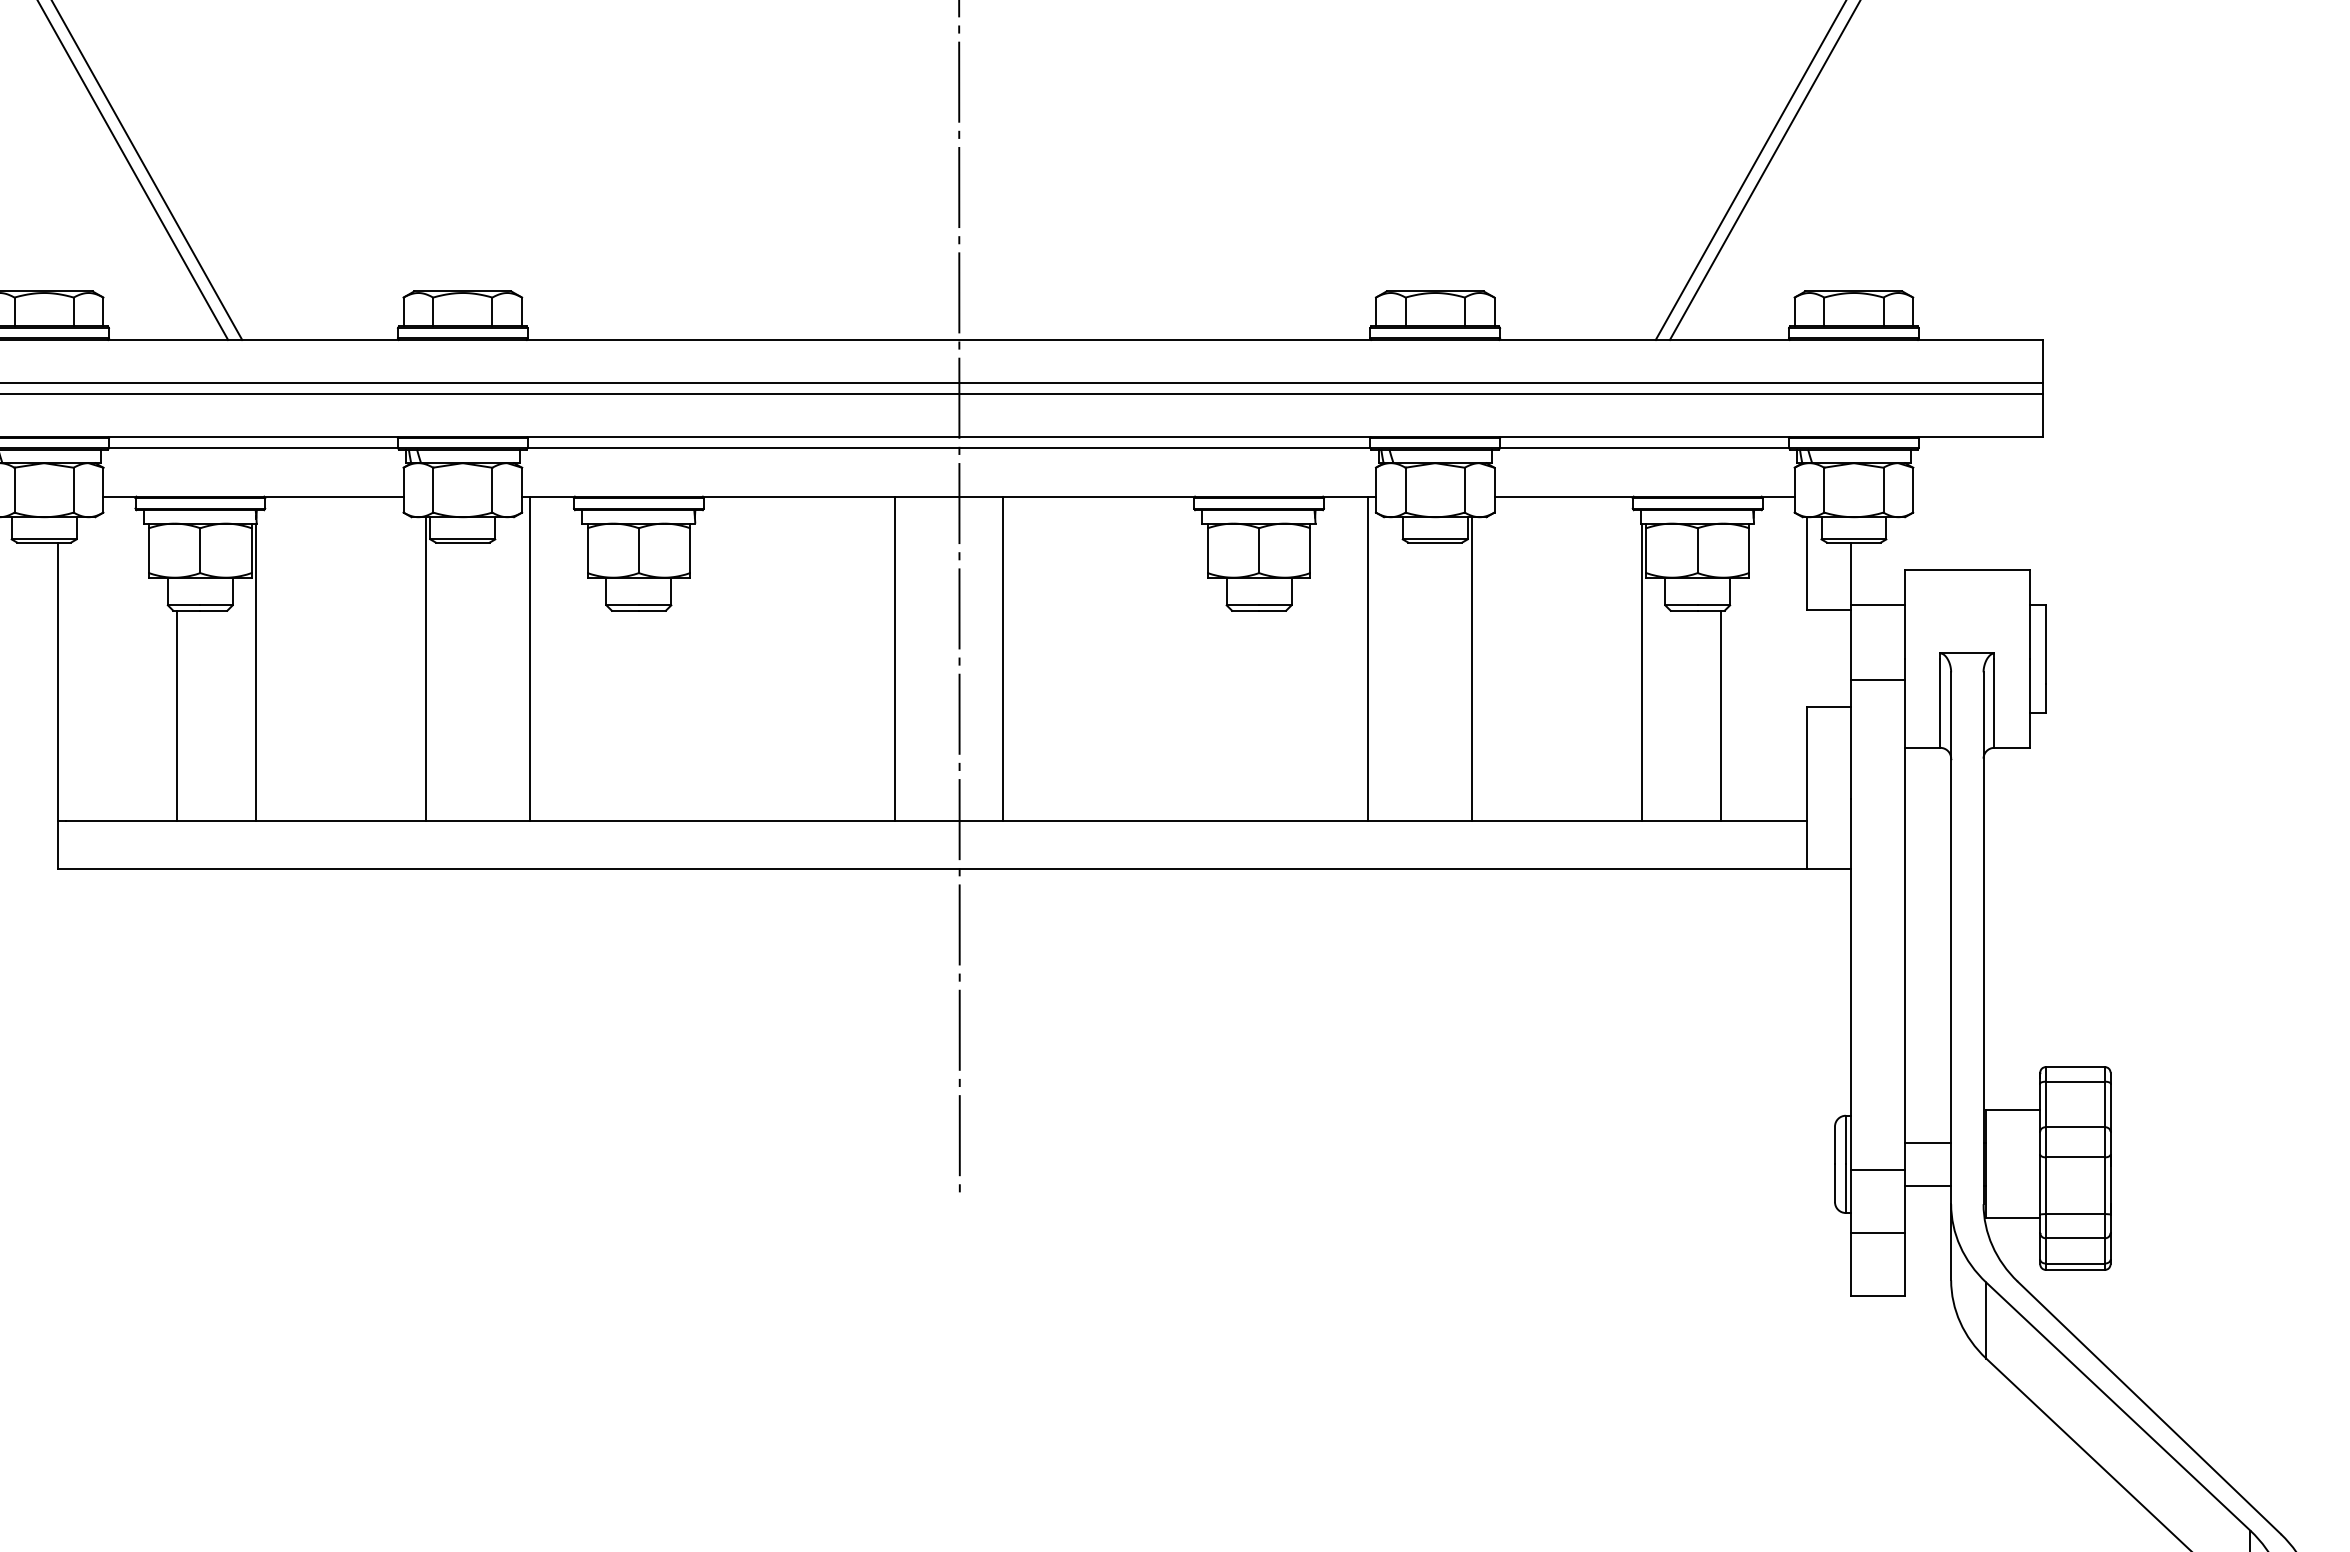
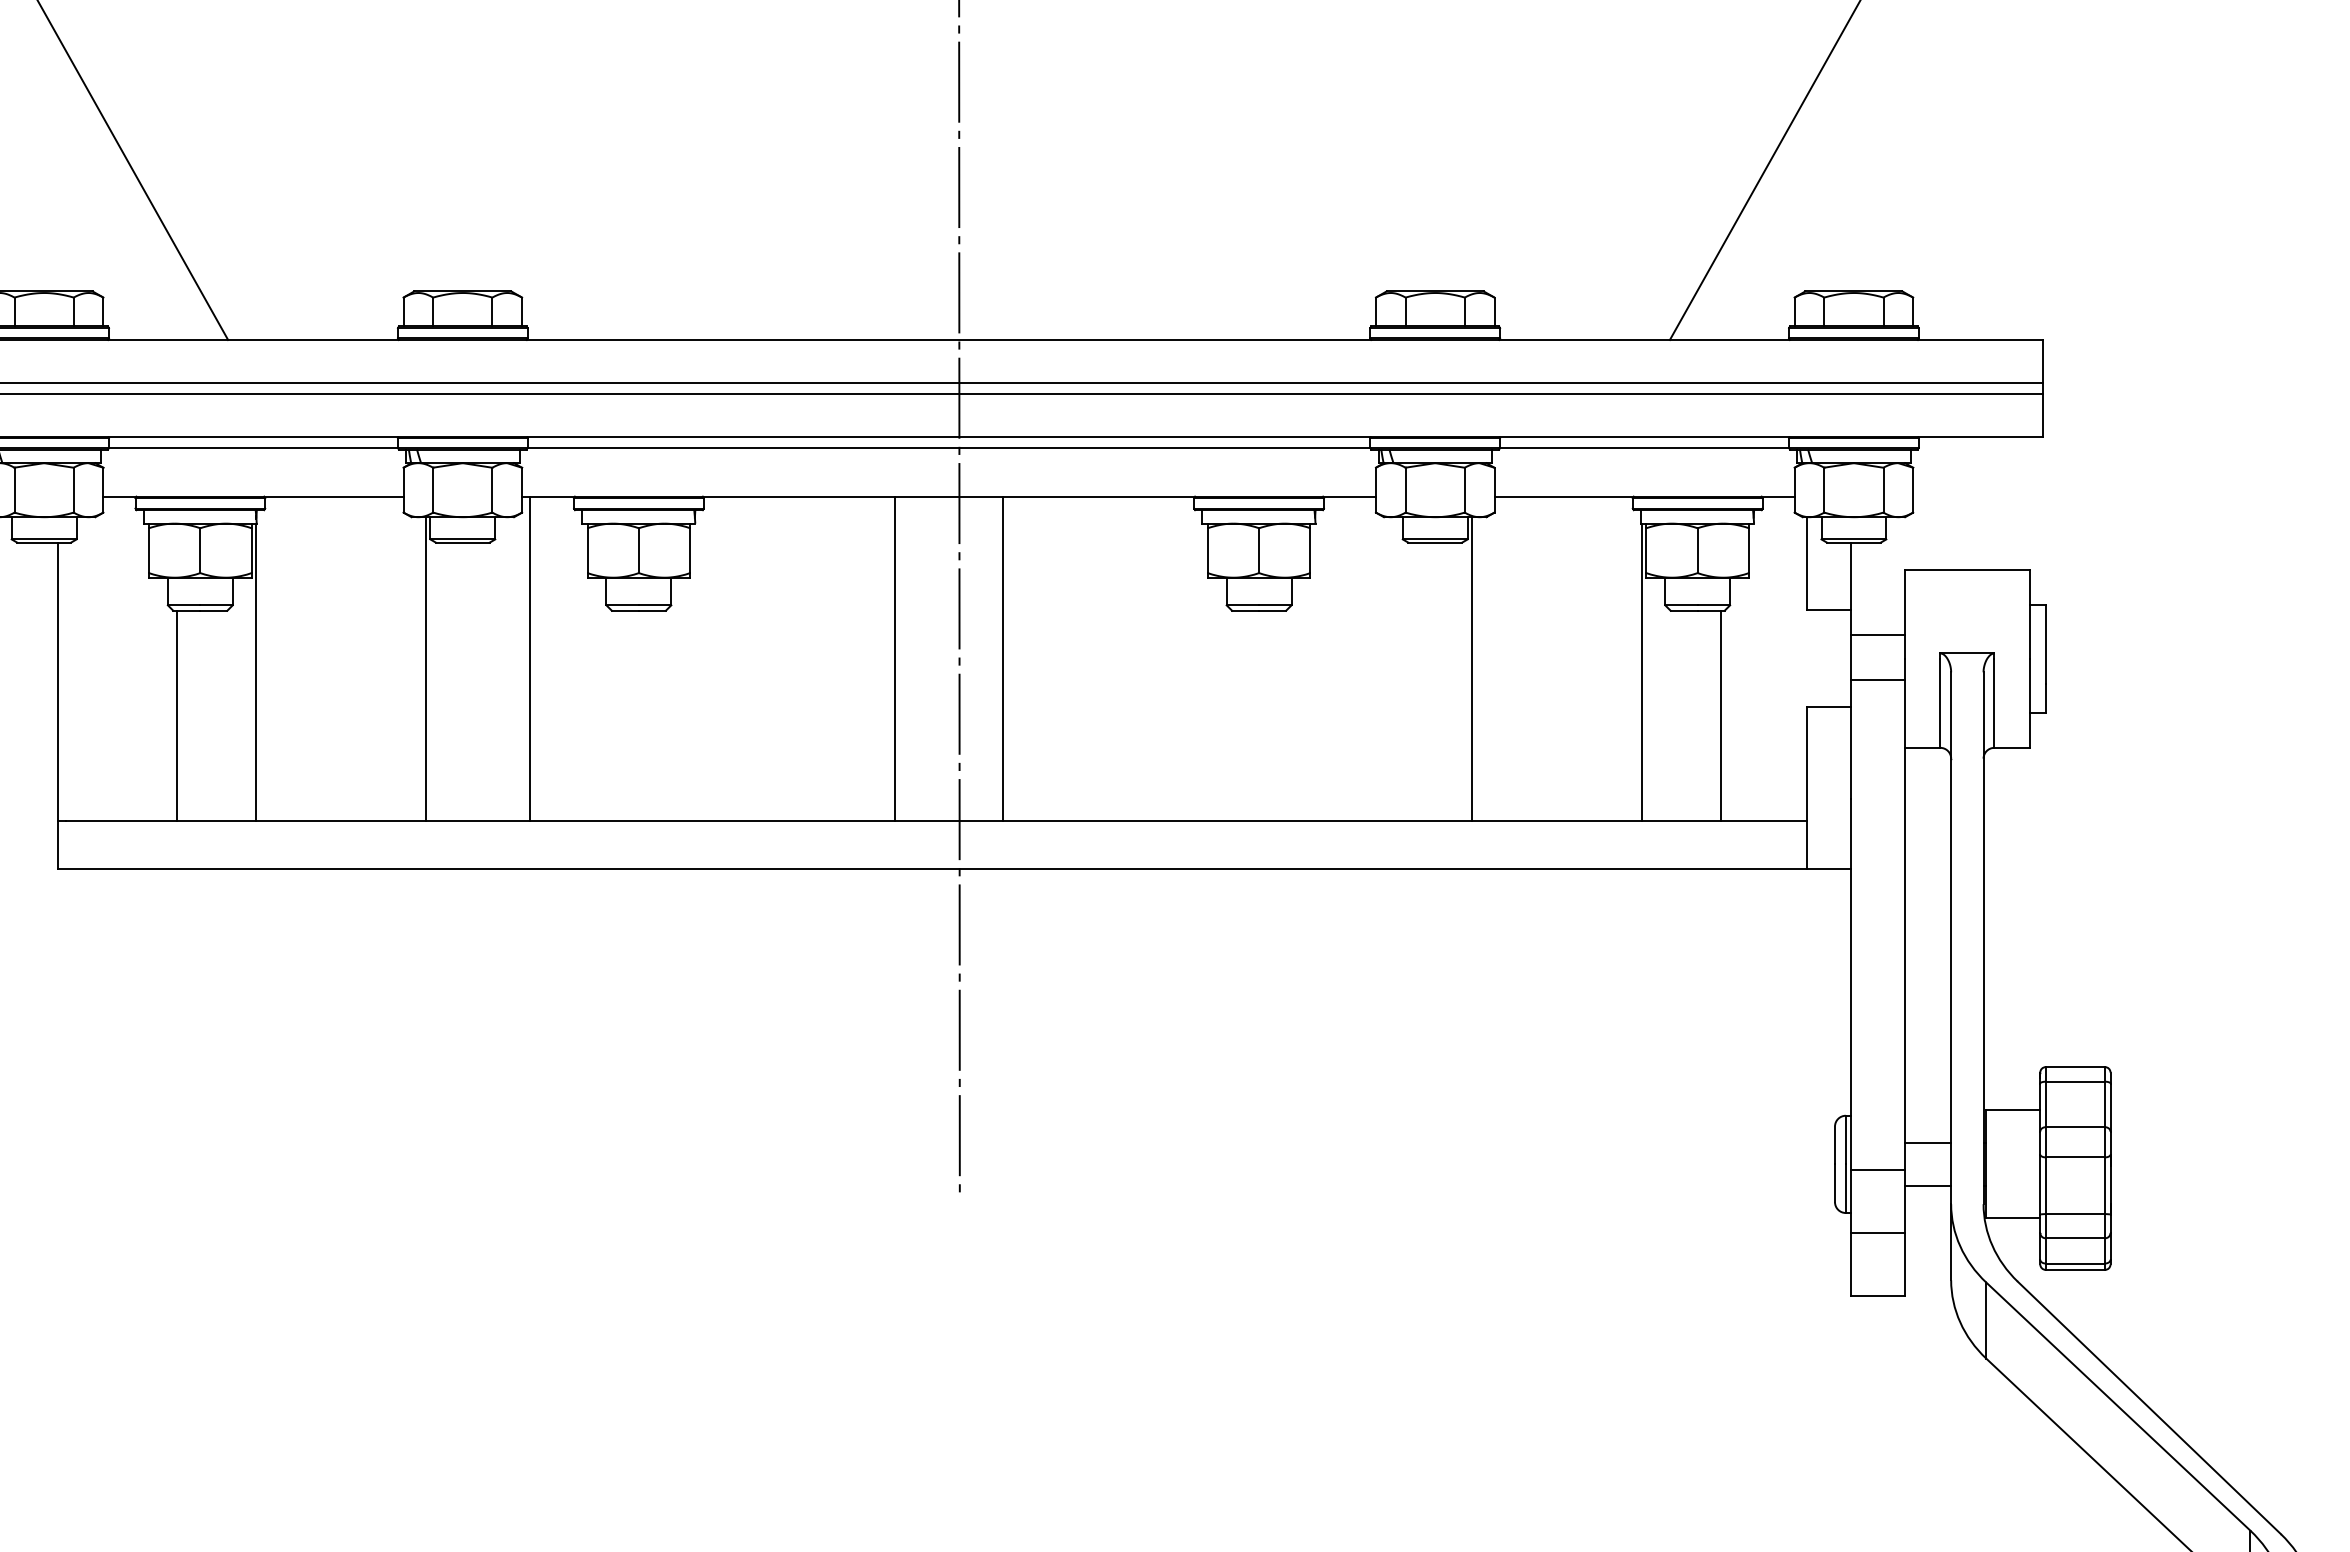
line at (147, 171): present -> none
line at (1750, 171): present -> none
line at (1878, 604) position: (1878, 604) -> (1878, 634)
line at (1368, 658): present -> none
